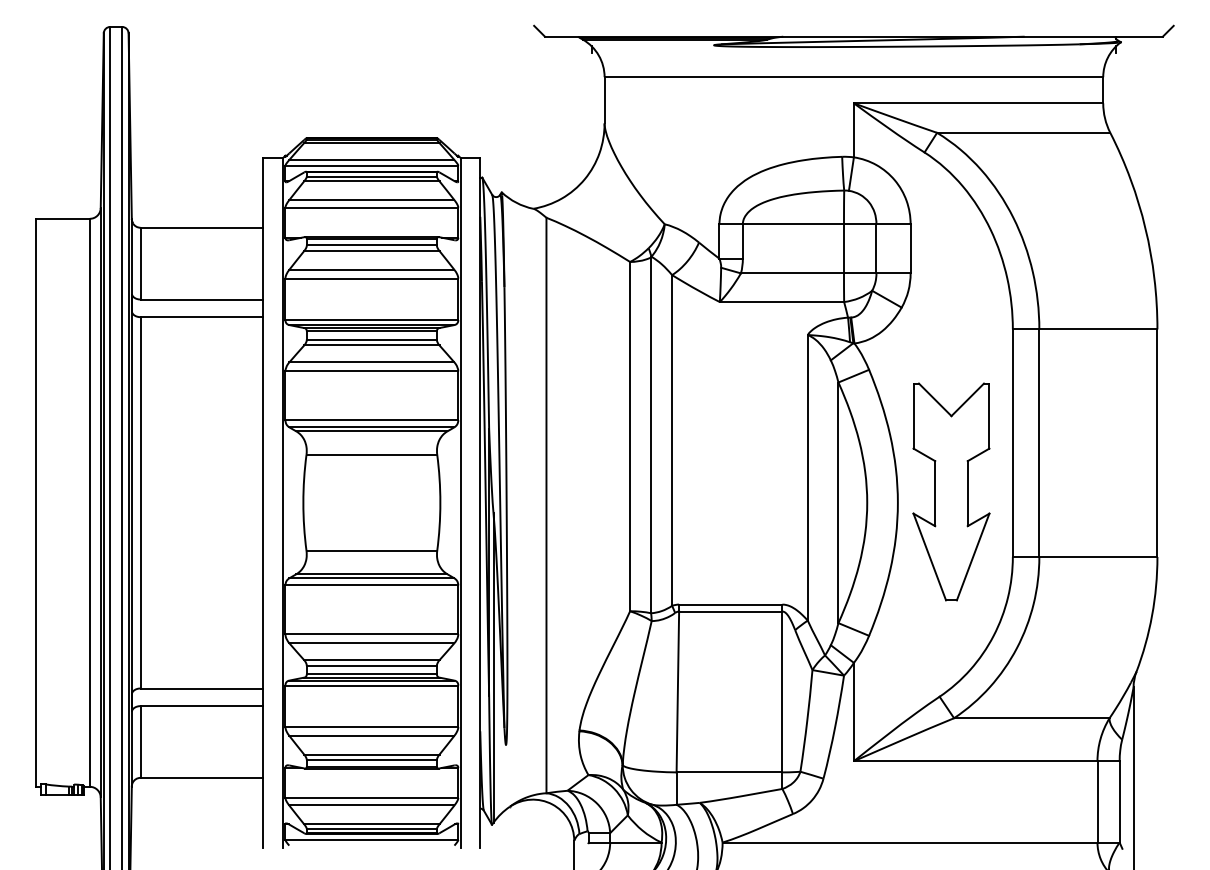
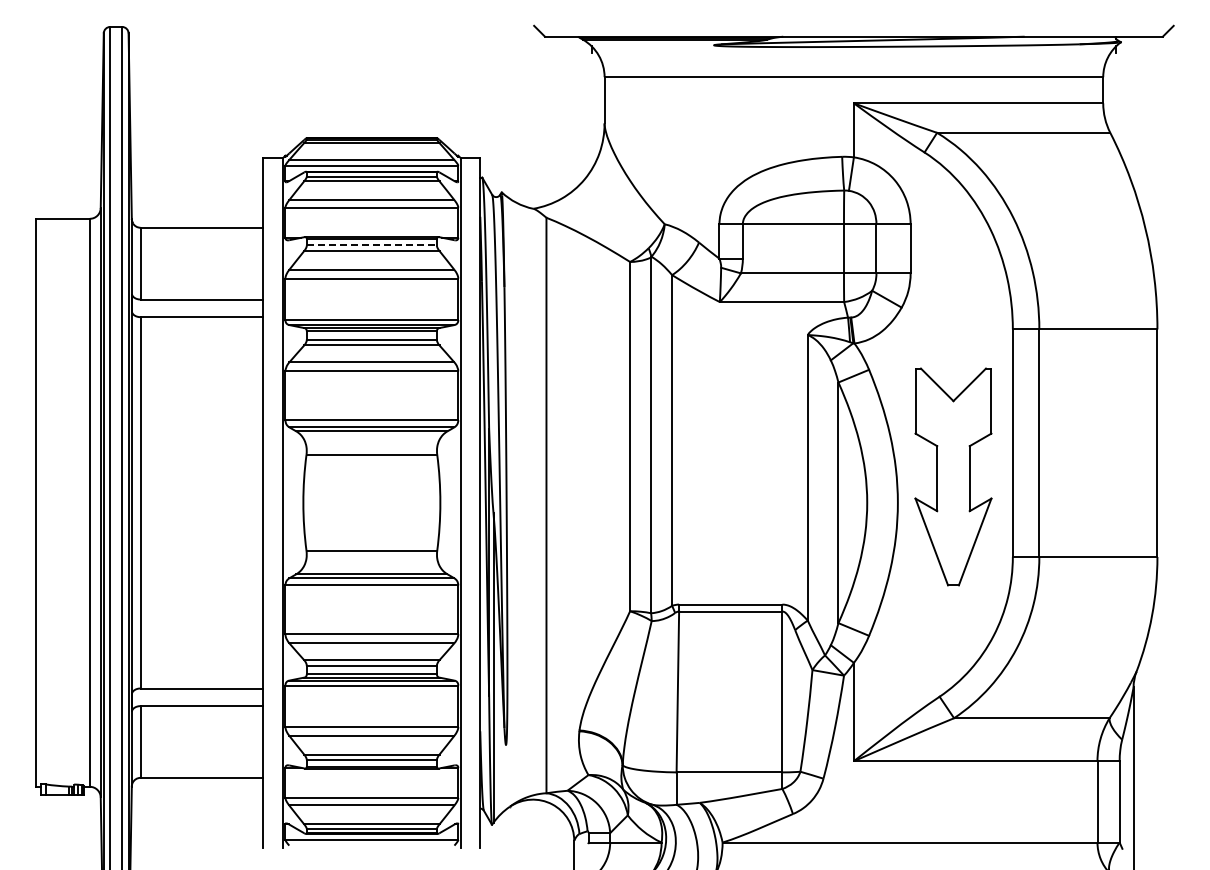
line at (372, 245): solid -> dashed
part at (951, 491) position: (951, 491) -> (953, 476)
